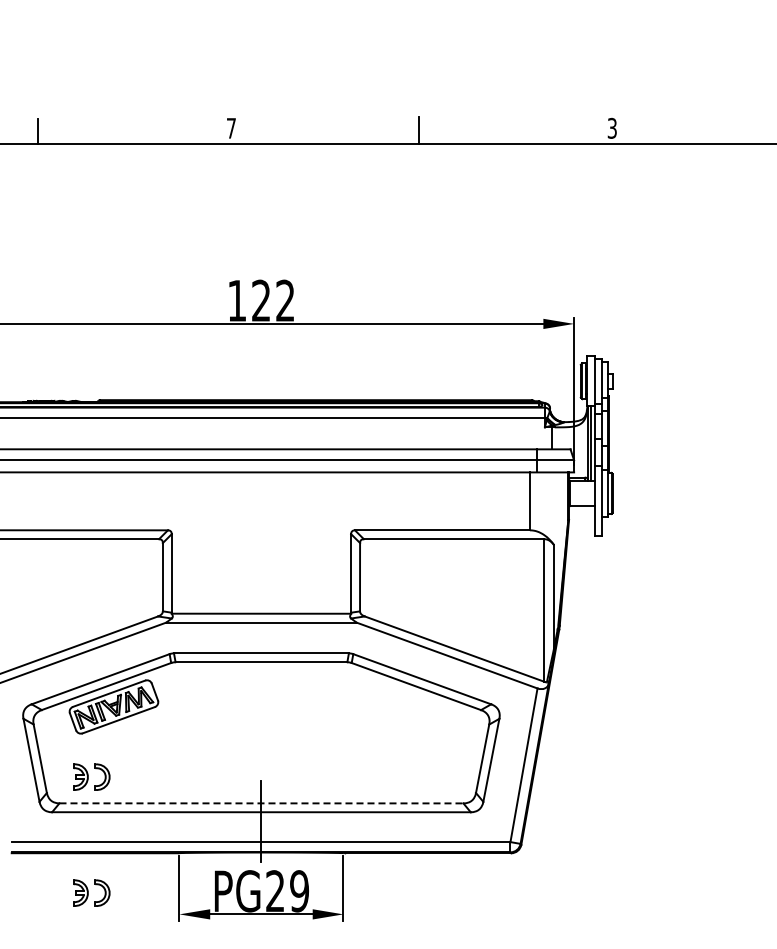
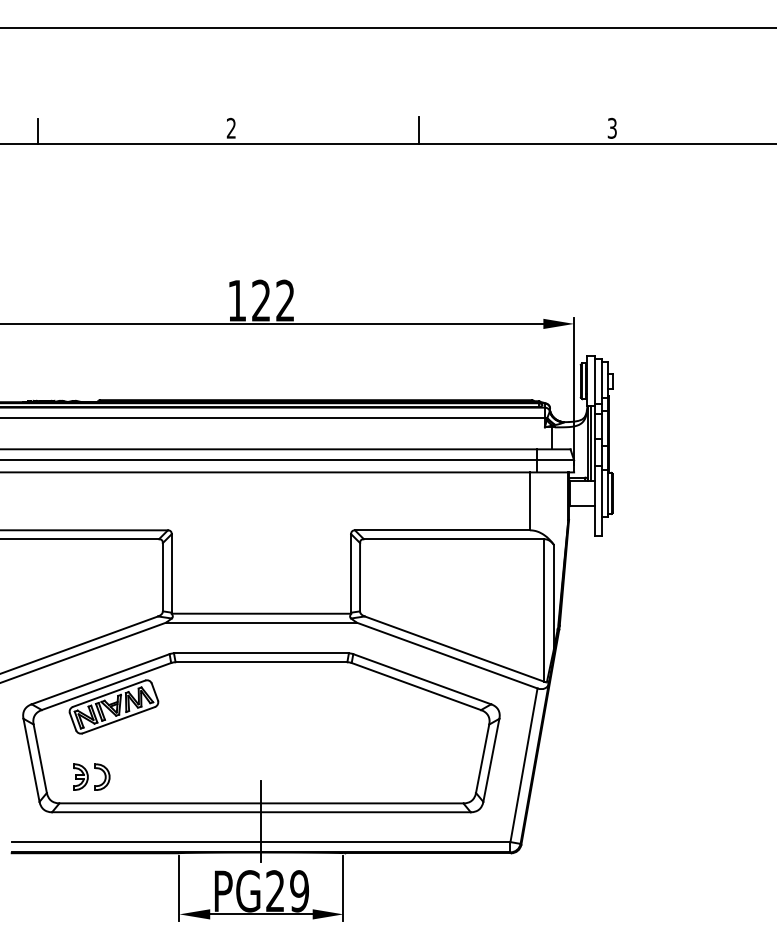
line at (387, 28): none -> present
text at (230, 127): 7 -> 2
line at (261, 803): dashed -> solid
part at (91, 892): present -> none
